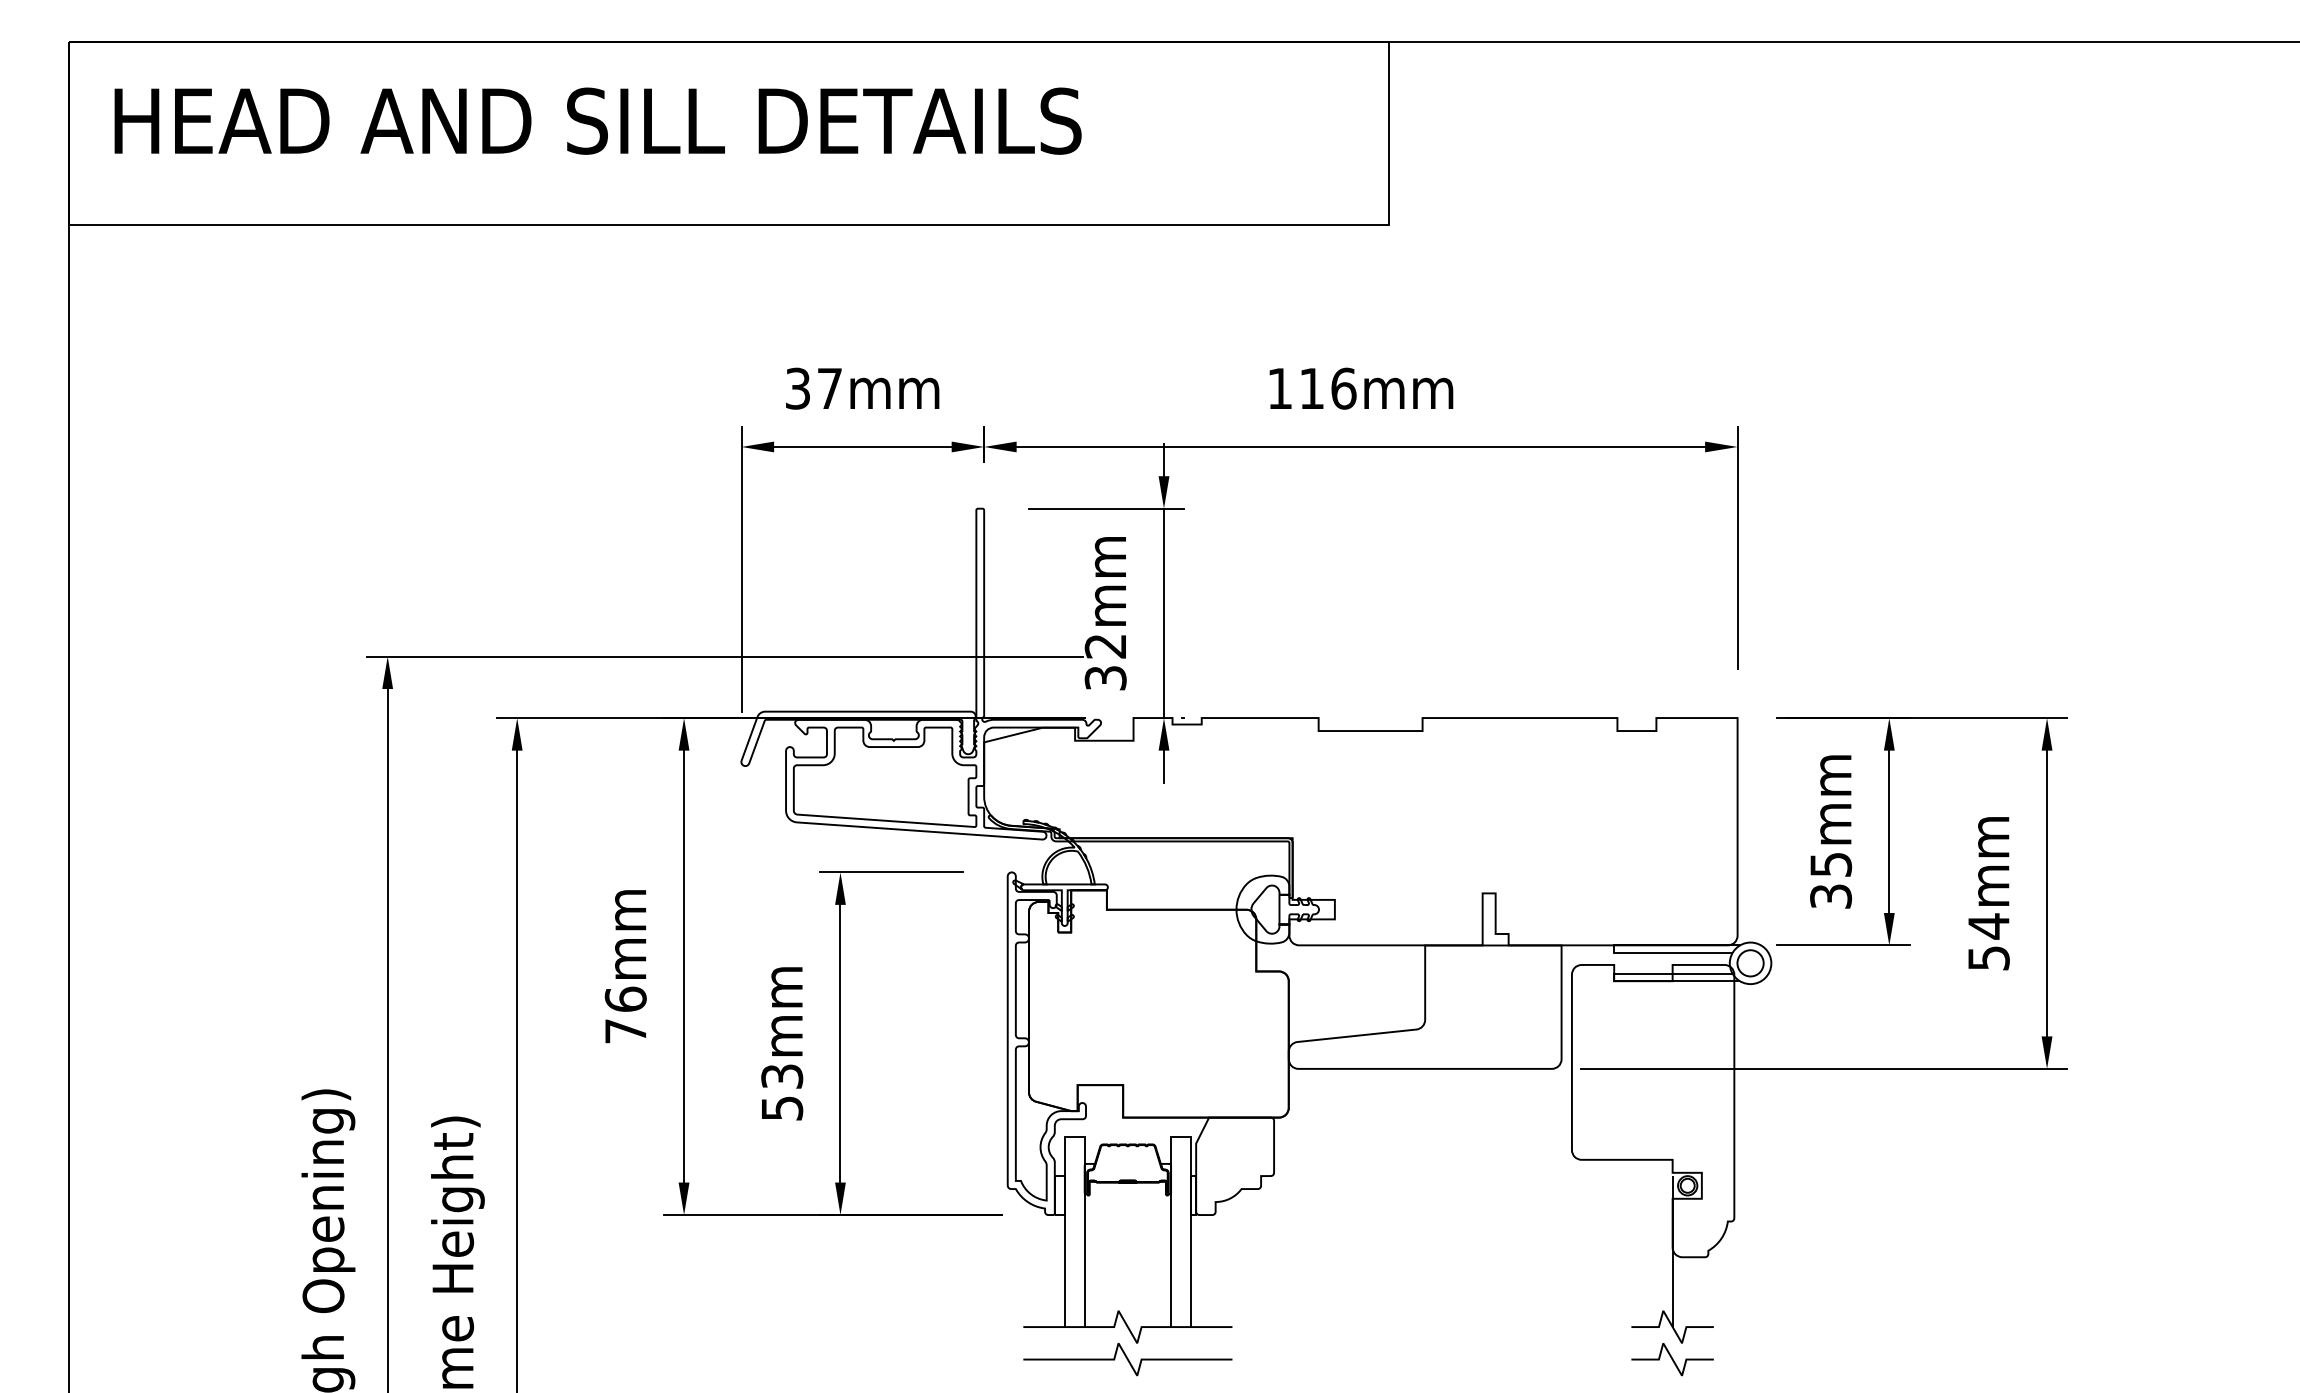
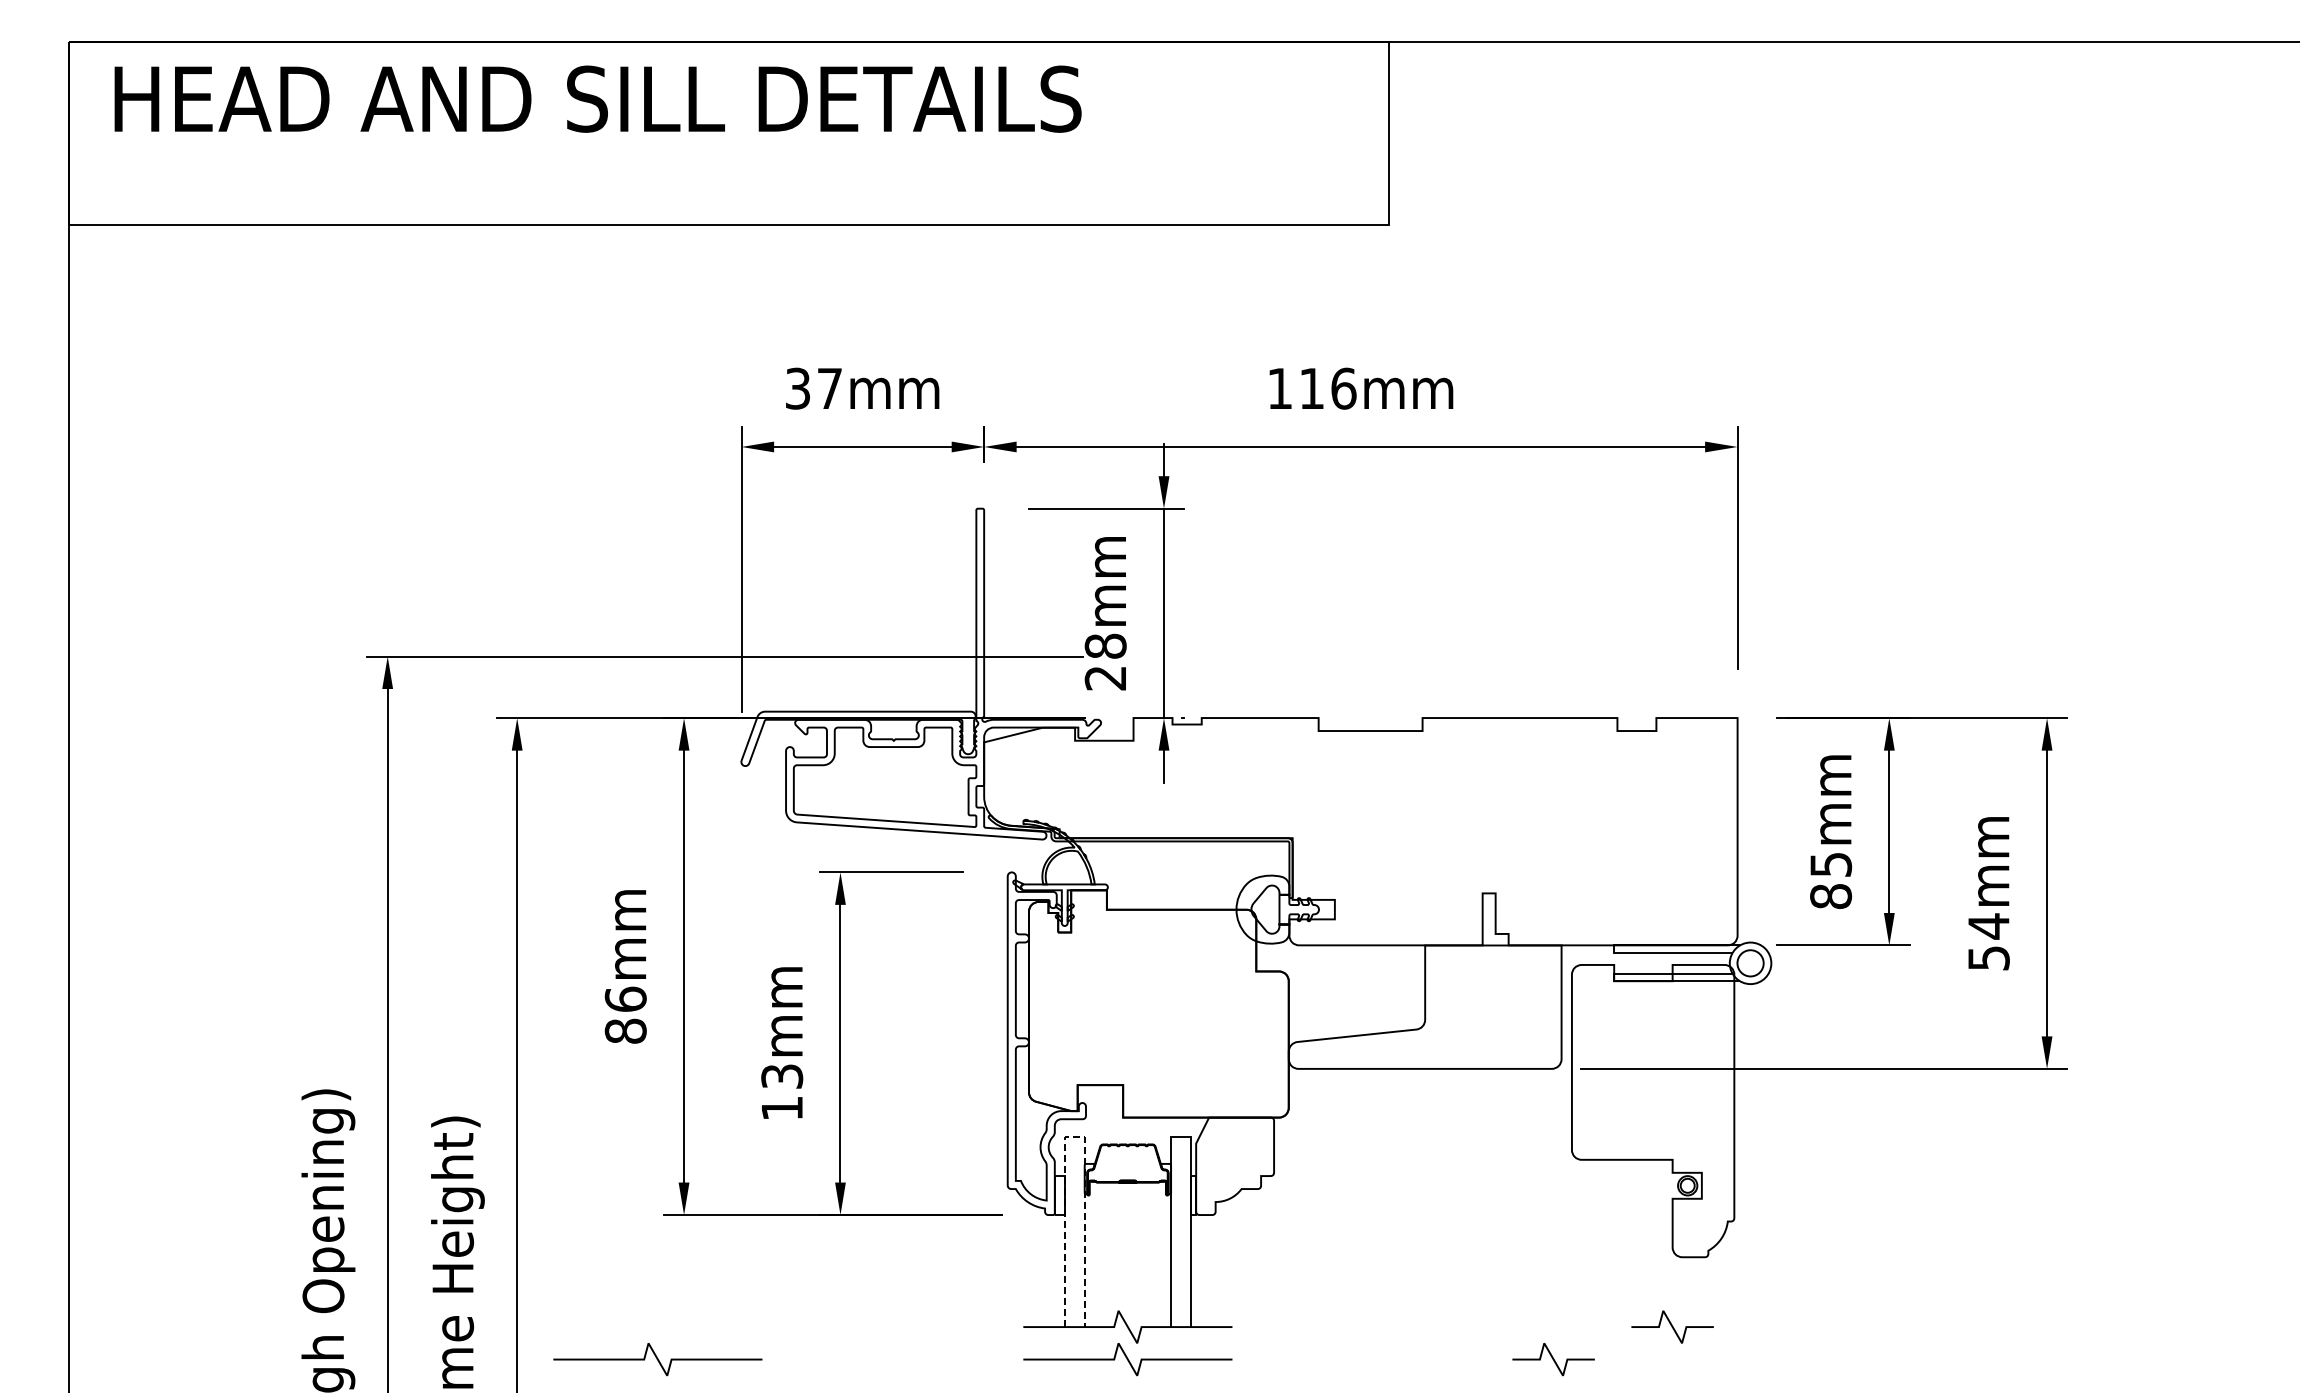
text at (597, 120) position: (597, 120) -> (597, 98)
text at (1105, 661): 32mm -> 28mm
text at (1831, 896): 35mm -> 85mm
text at (625, 1030): 76mm -> 86mm
text at (782, 1108): 53mm -> 13mm
line at (1075, 1137): solid -> dashed
line at (1672, 1251): present -> none
curve at (657, 1359): none -> present
curve at (1672, 1359) position: (1672, 1359) -> (1553, 1359)
